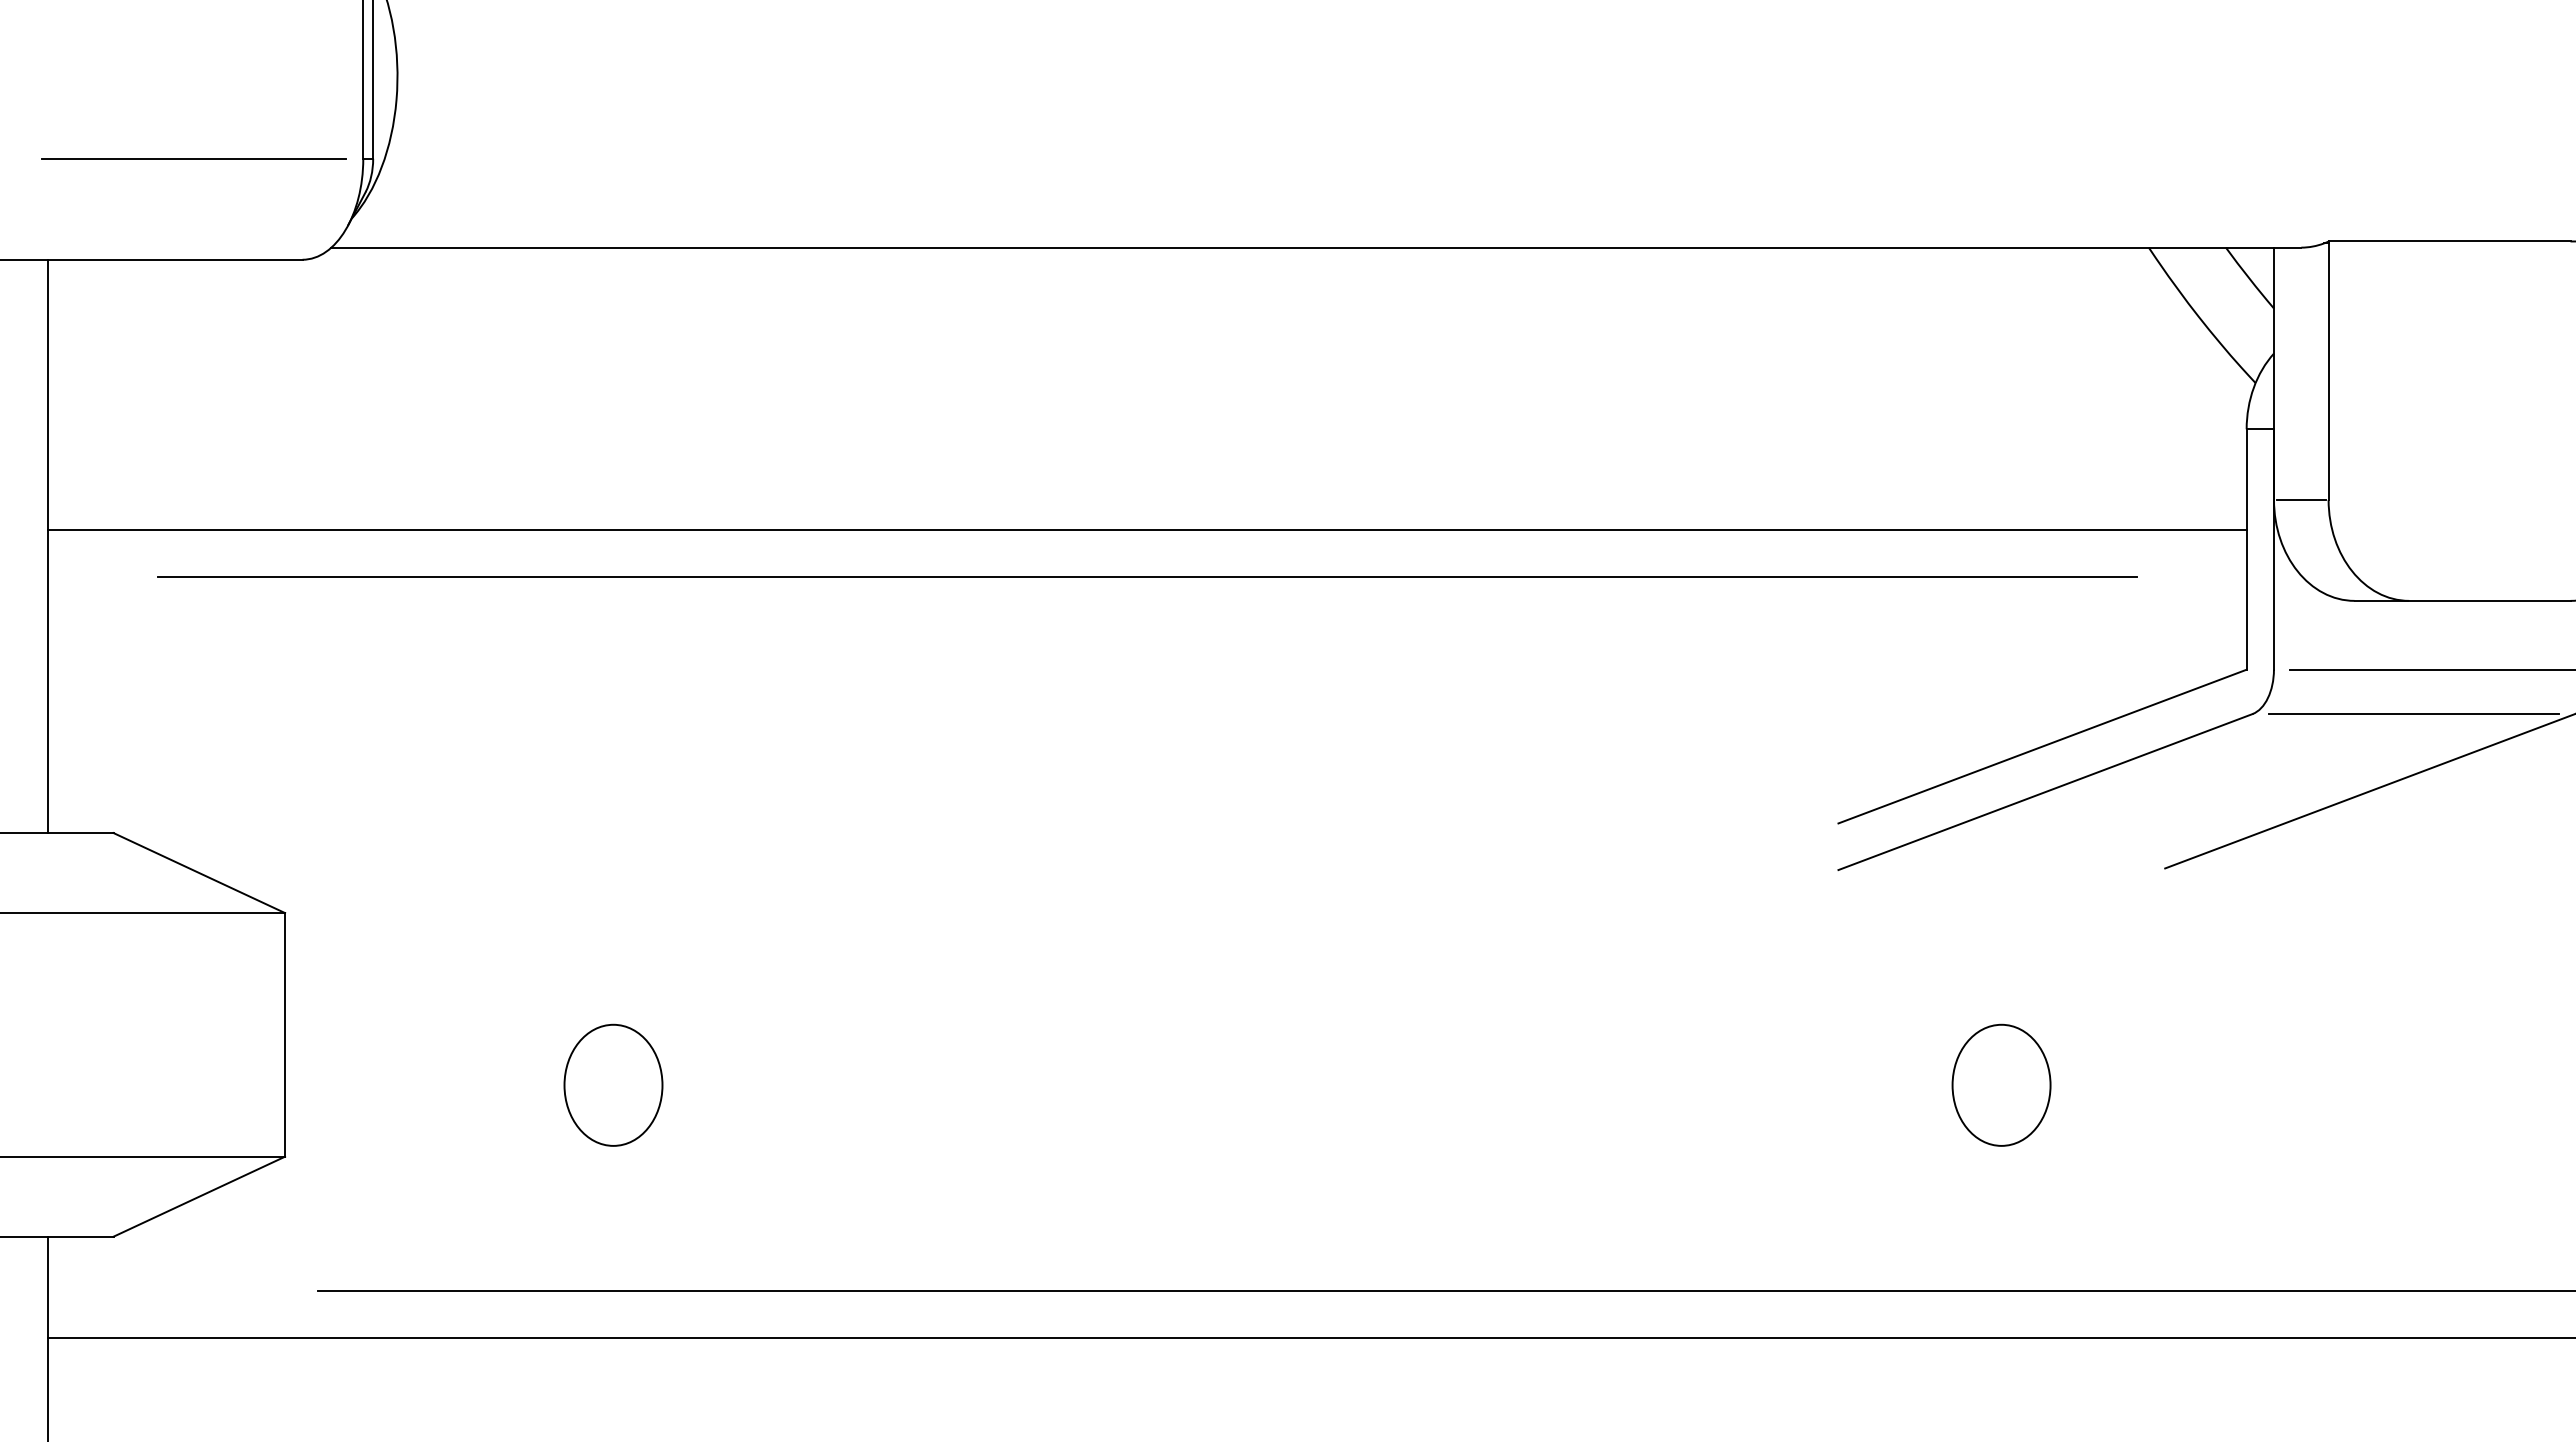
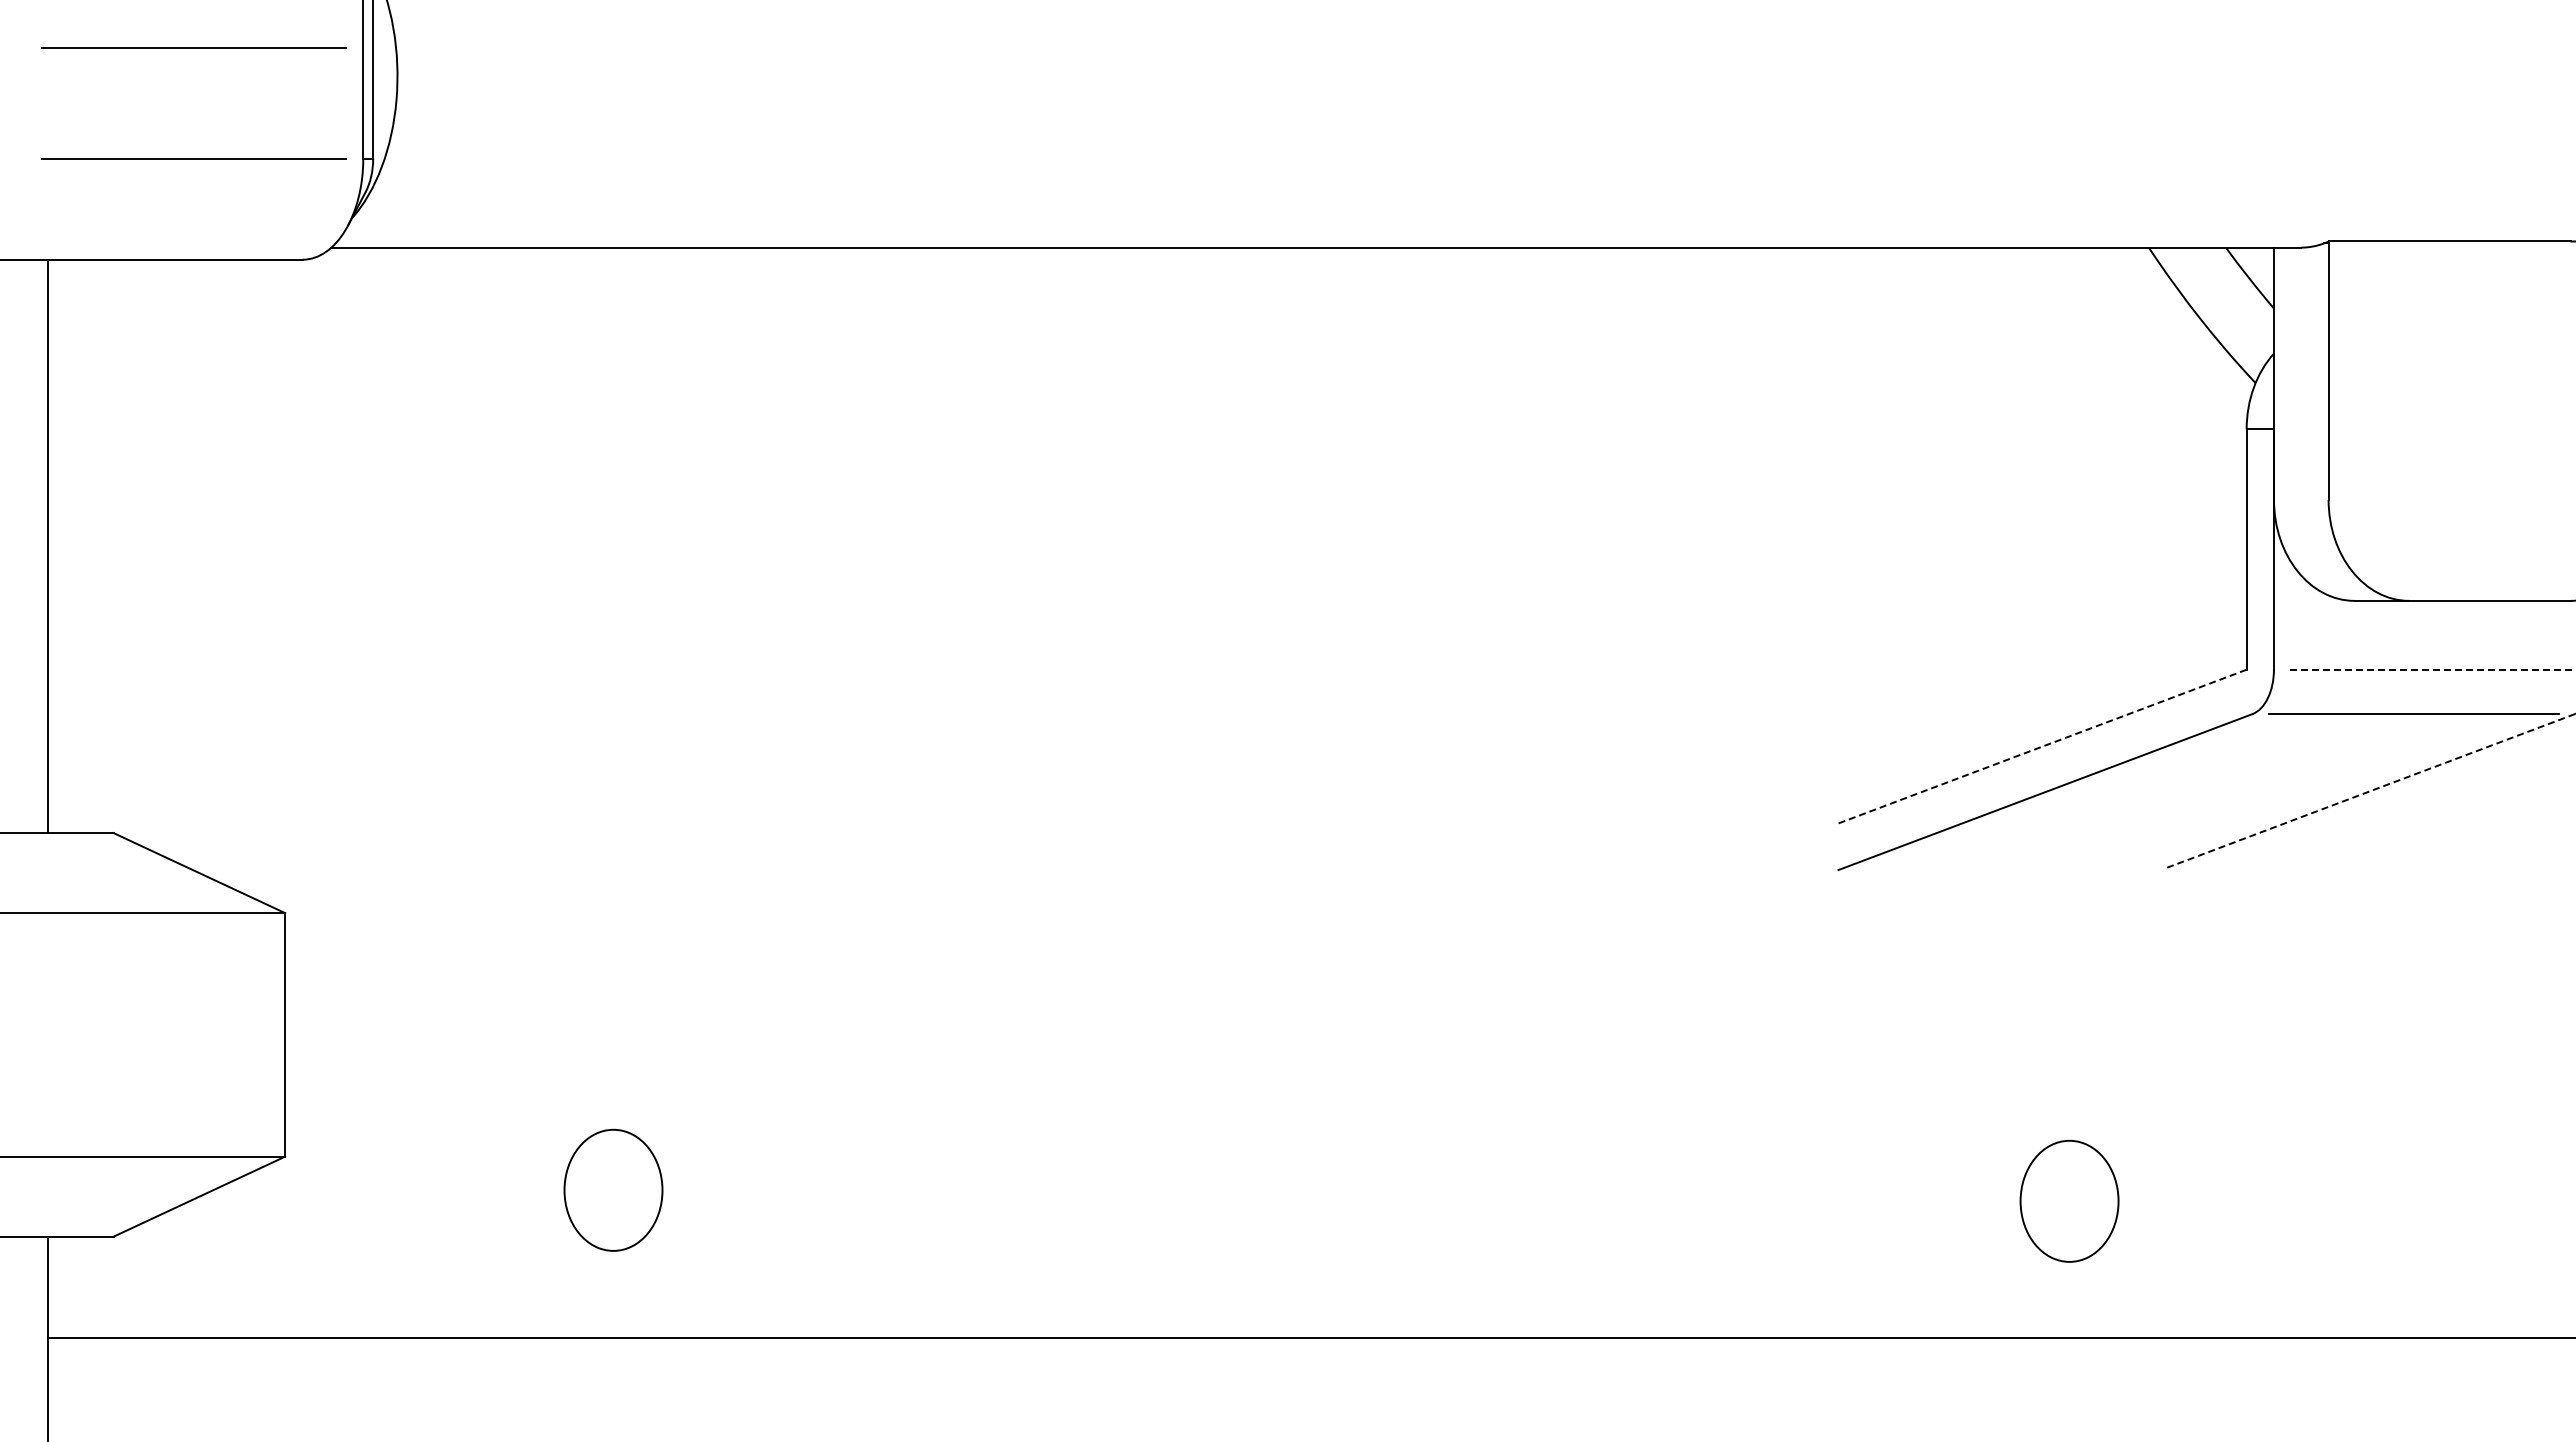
line at (193, 47): none -> present
line at (2300, 499): present -> none
line at (1146, 530): present -> none
line at (1146, 576): present -> none
line at (2432, 669): solid -> dashed
line at (2042, 746): solid -> dashed
line at (2369, 791): solid -> dashed
part at (613, 1084) position: (613, 1084) -> (613, 1189)
part at (2001, 1084) position: (2001, 1084) -> (2069, 1200)
line at (1445, 1291): present -> none
